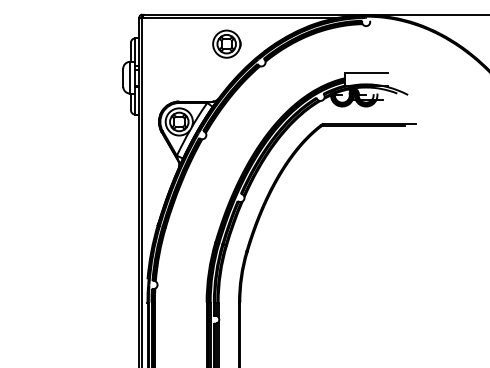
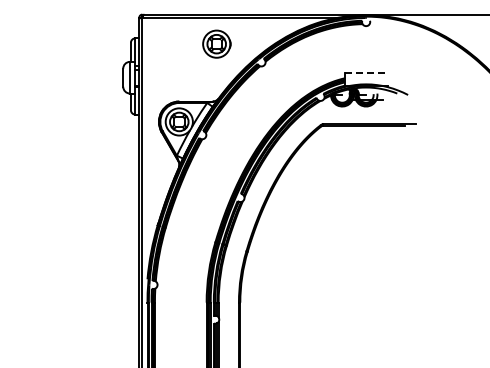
part at (226, 43) position: (226, 43) -> (216, 43)
line at (366, 73): solid -> dashed
